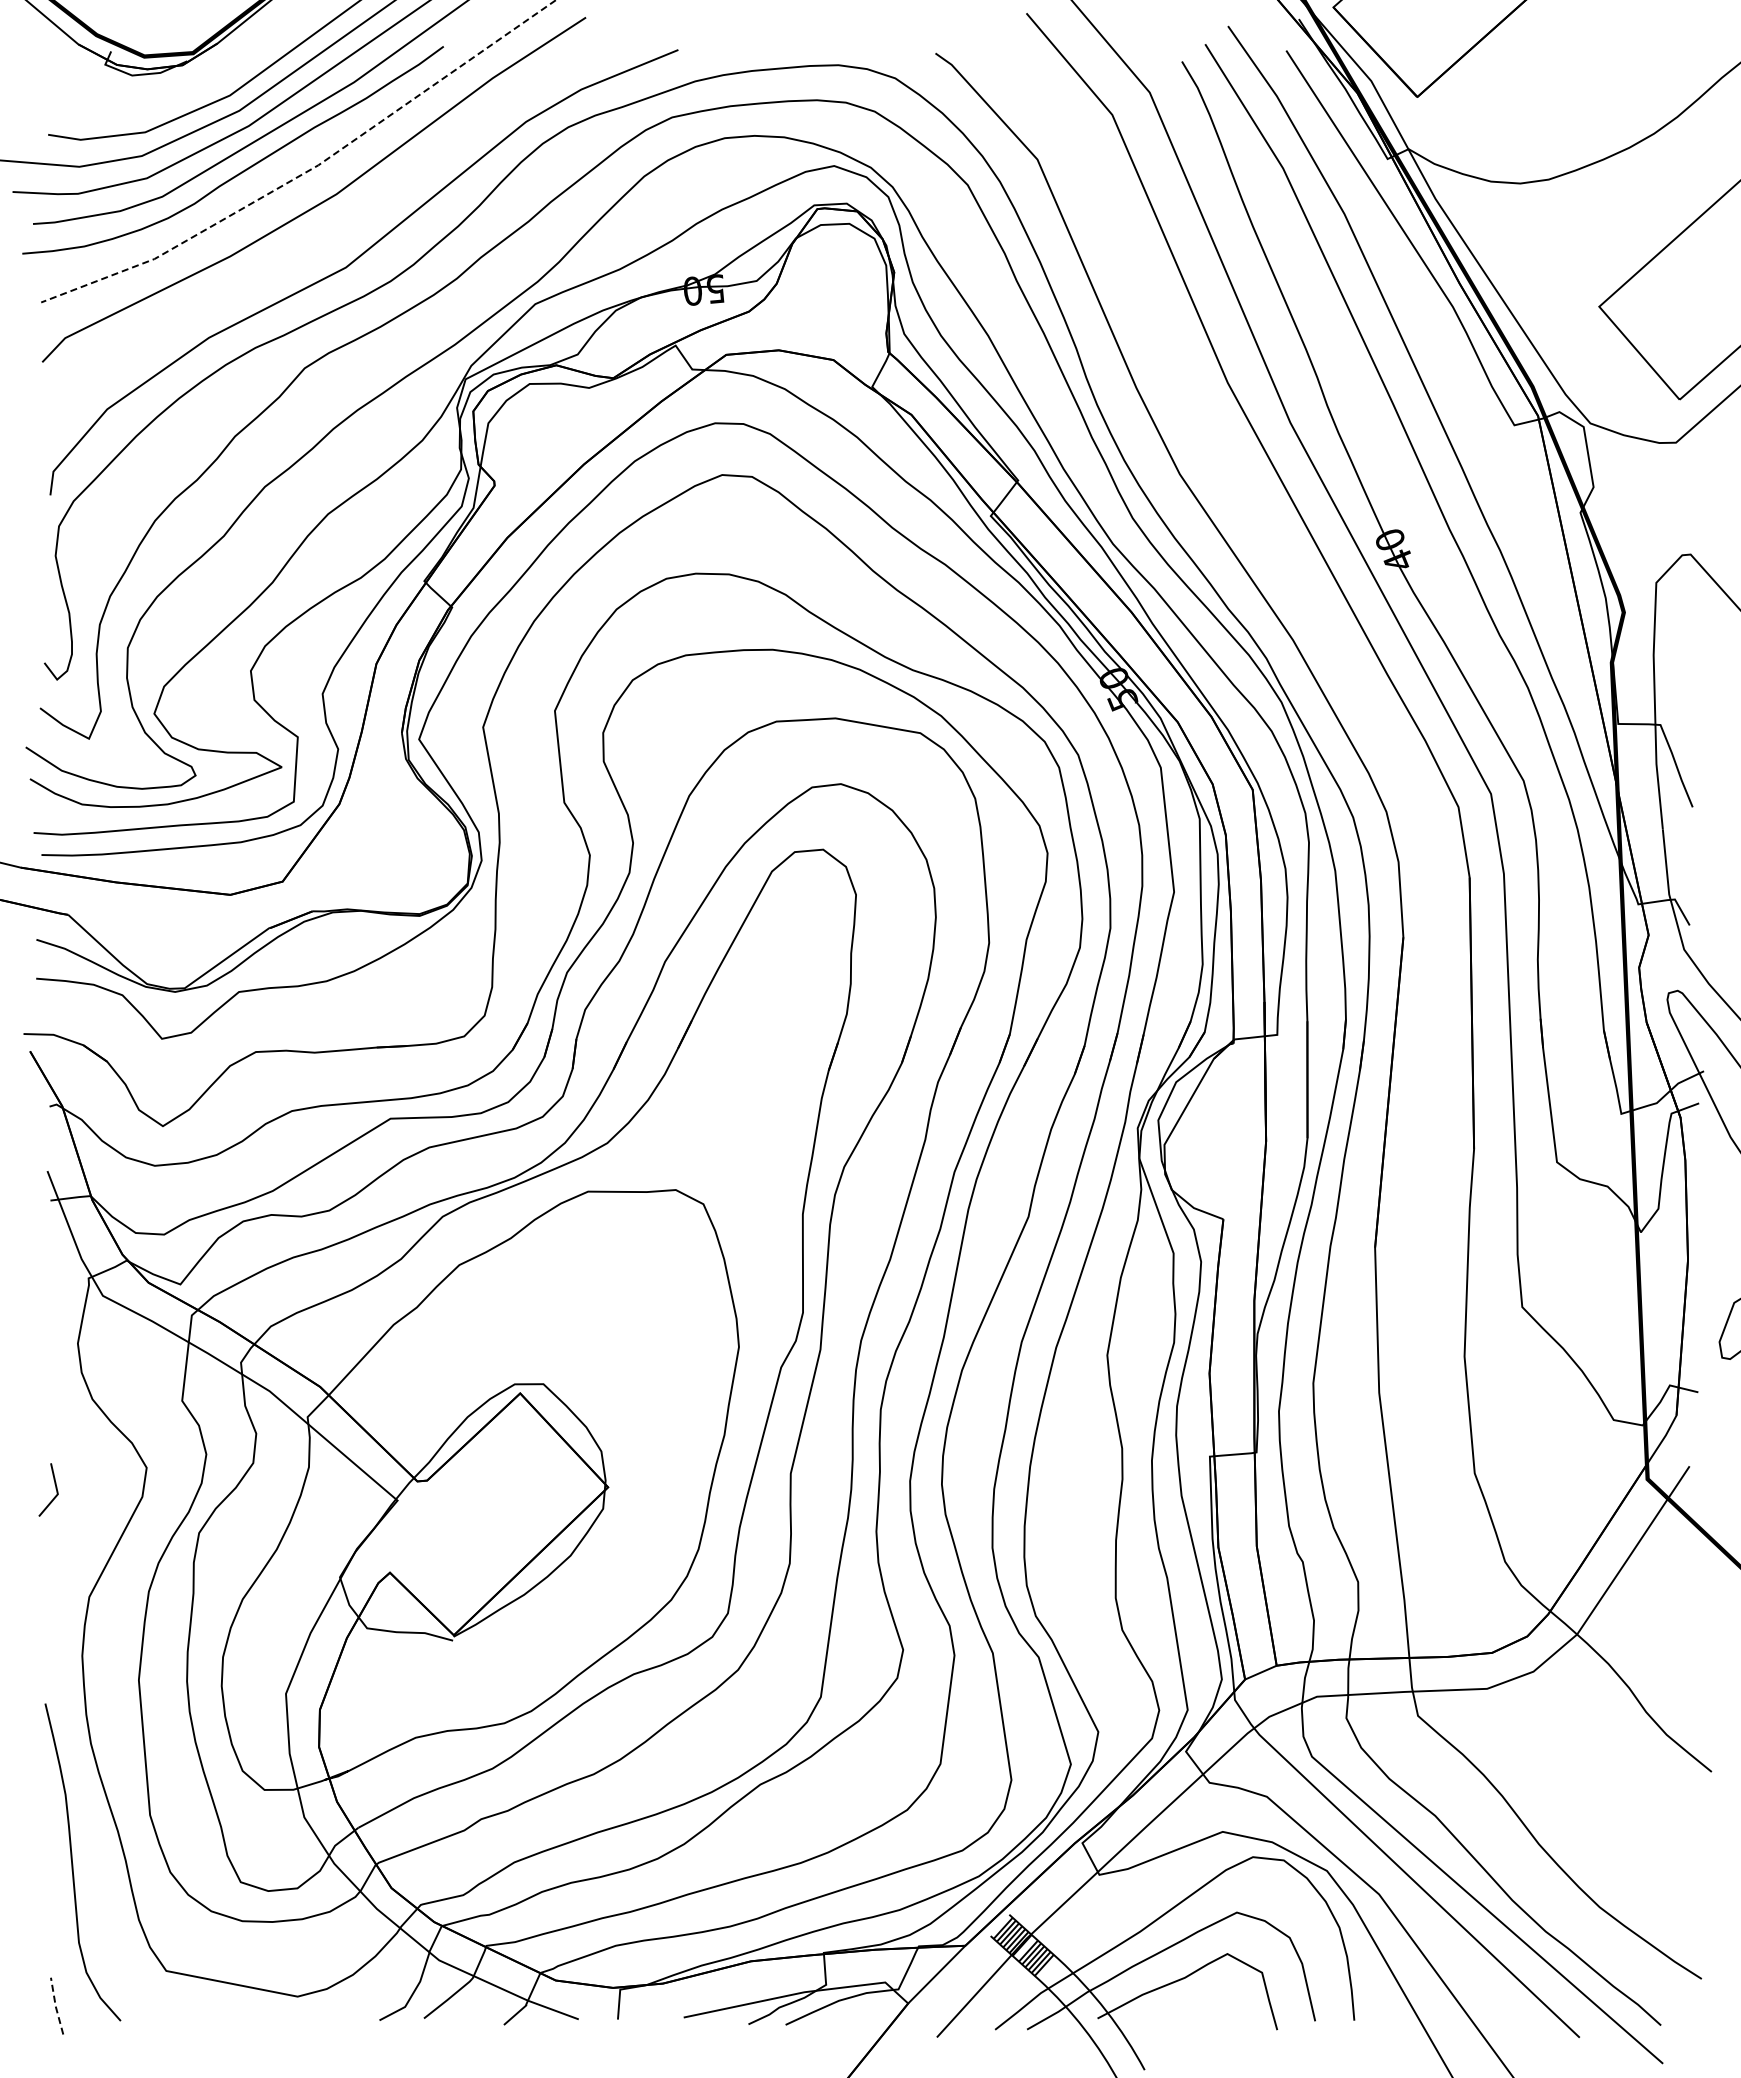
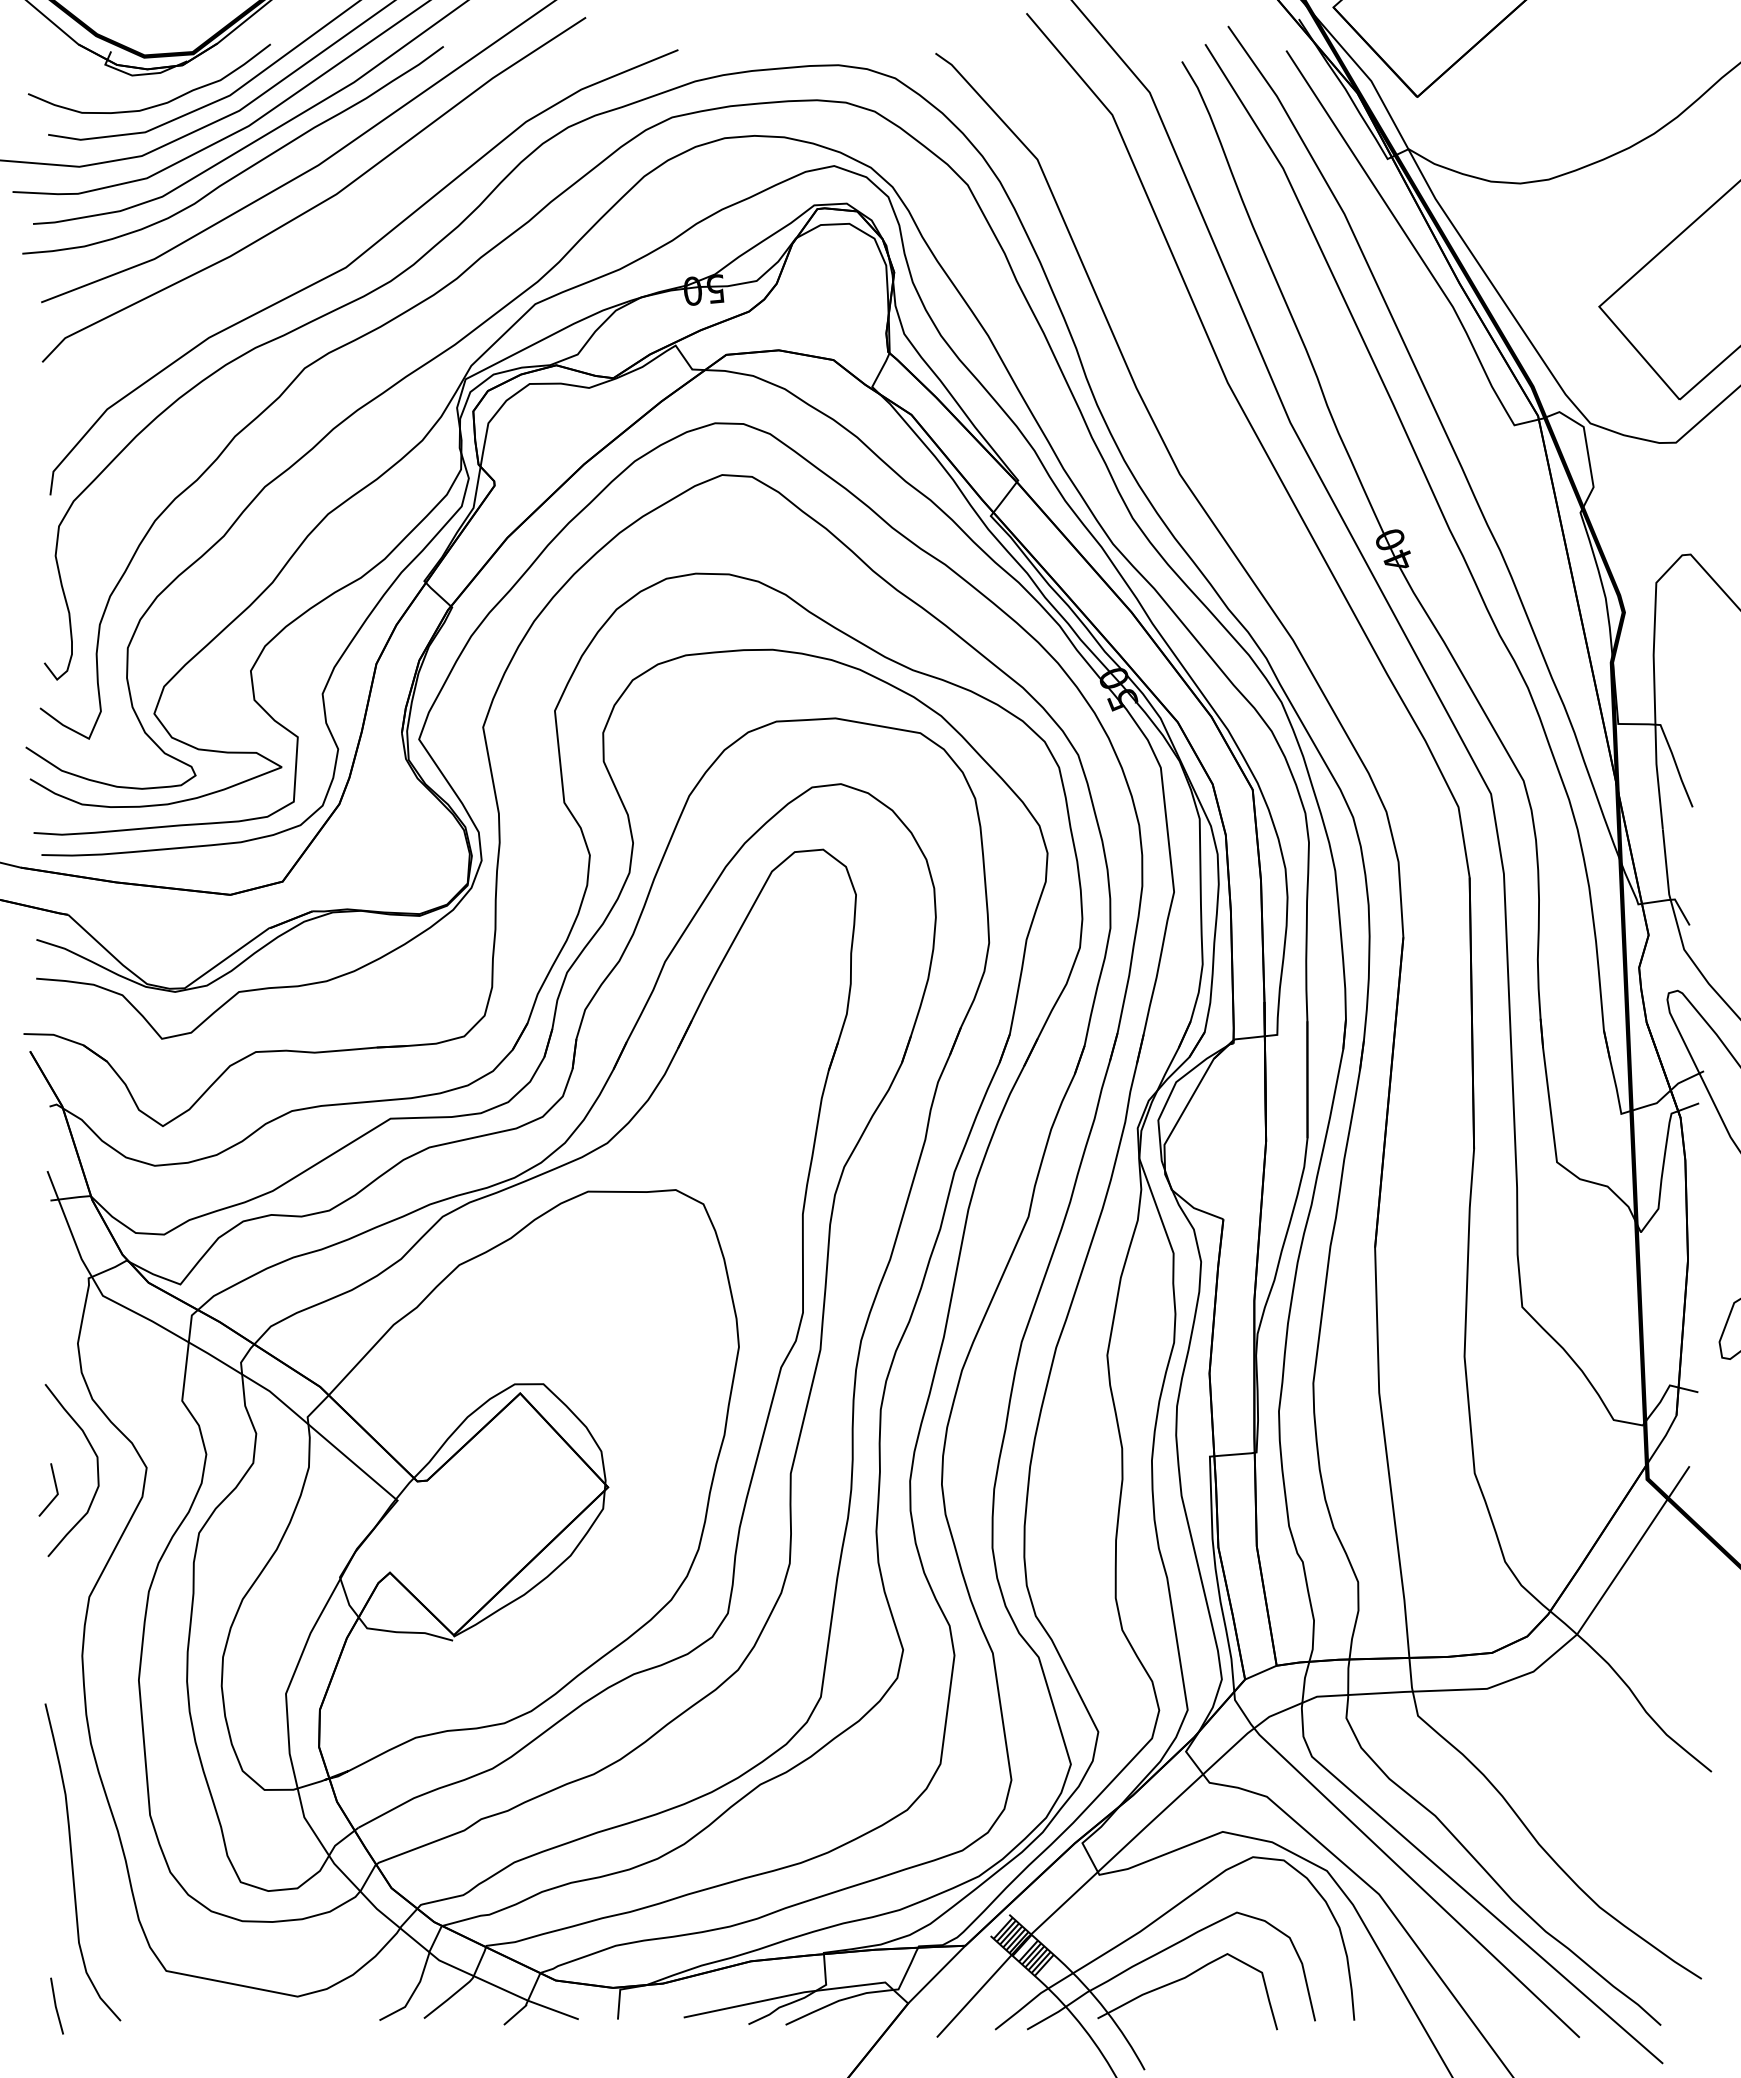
curve at (157, 104): none -> present
line at (308, 170): dashed -> solid
curve at (96, 1464): none -> present
line at (55, 2006): dashed -> solid
